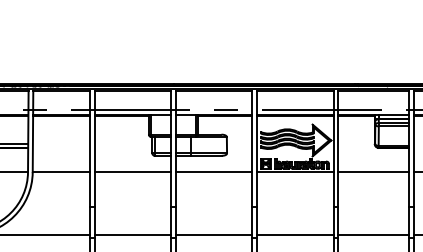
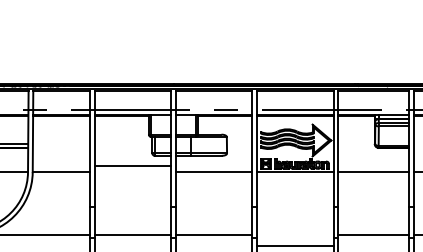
line at (132, 172) position: (132, 172) -> (132, 166)
line at (295, 234) position: (295, 234) -> (295, 245)
